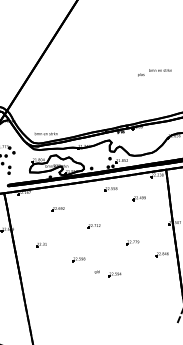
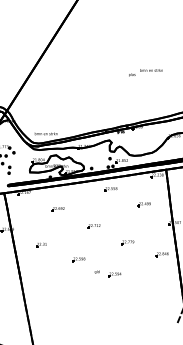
text at (154, 72) position: (154, 72) -> (145, 72)
part at (138, 198) position: (138, 198) -> (143, 204)
part at (132, 242) position: (132, 242) -> (127, 242)
